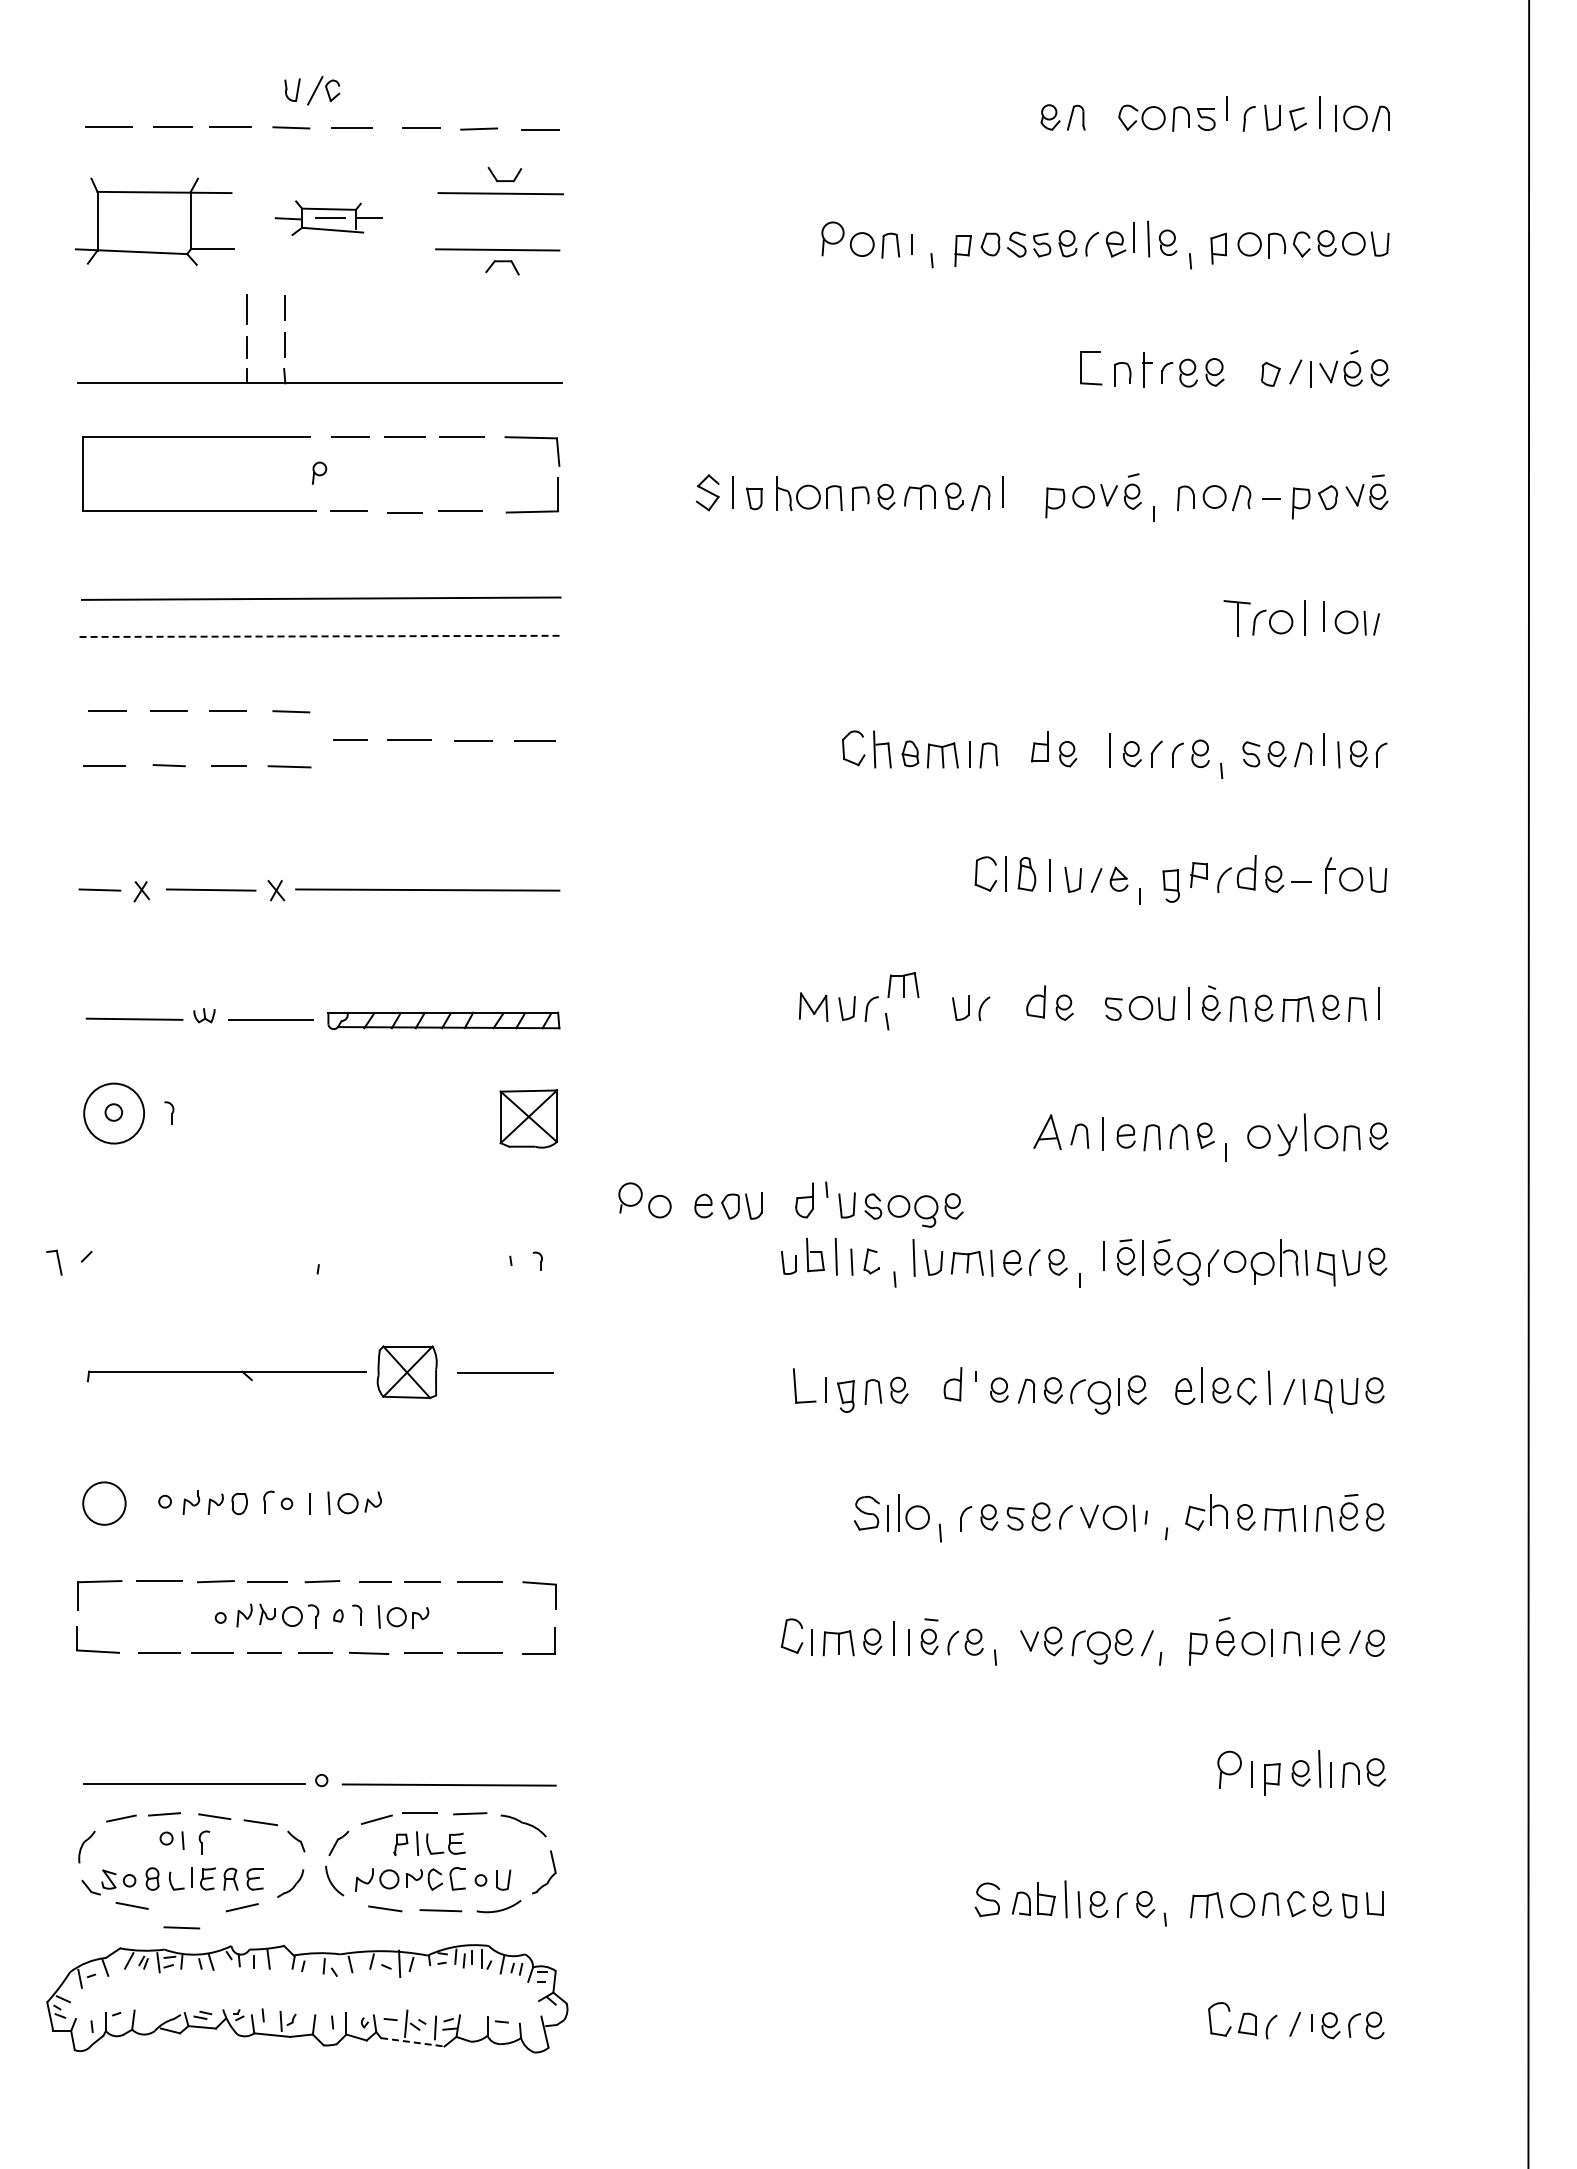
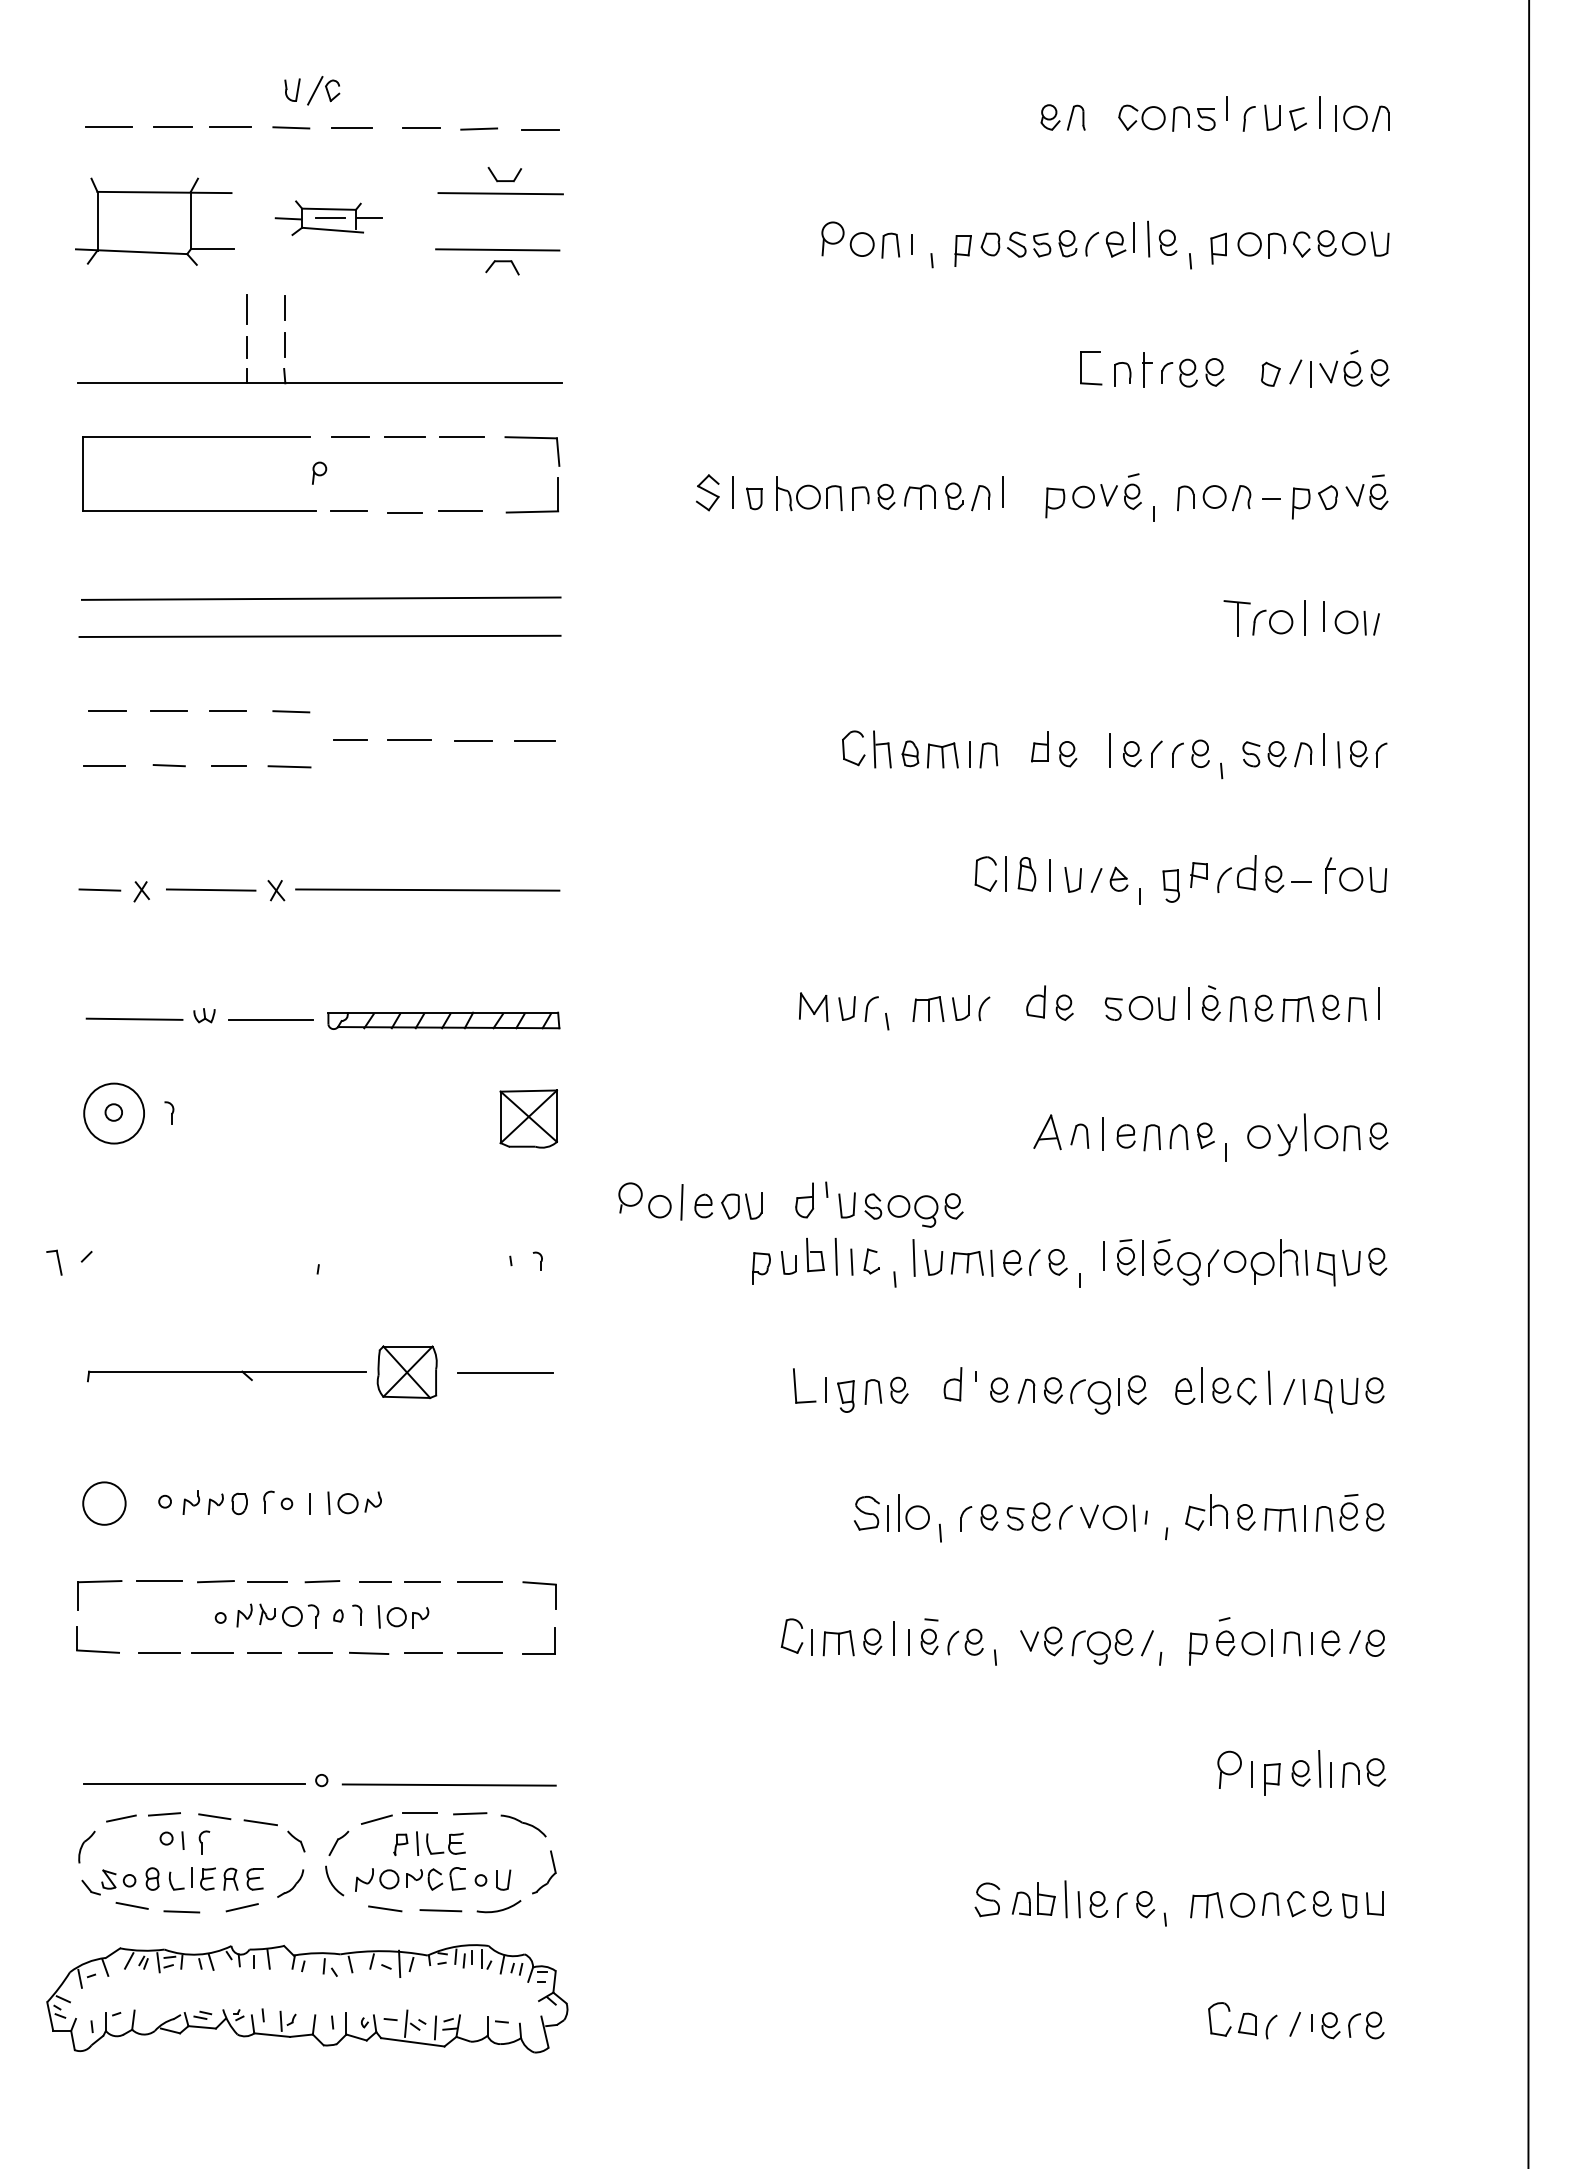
line at (320, 636): dashed -> solid
part at (903, 984) position: (903, 984) -> (928, 1008)
line at (681, 1202): none -> present
part at (761, 1268): none -> present
line at (181, 1927) position: (181, 1927) -> (181, 1911)
line at (412, 2042): dashed -> solid
